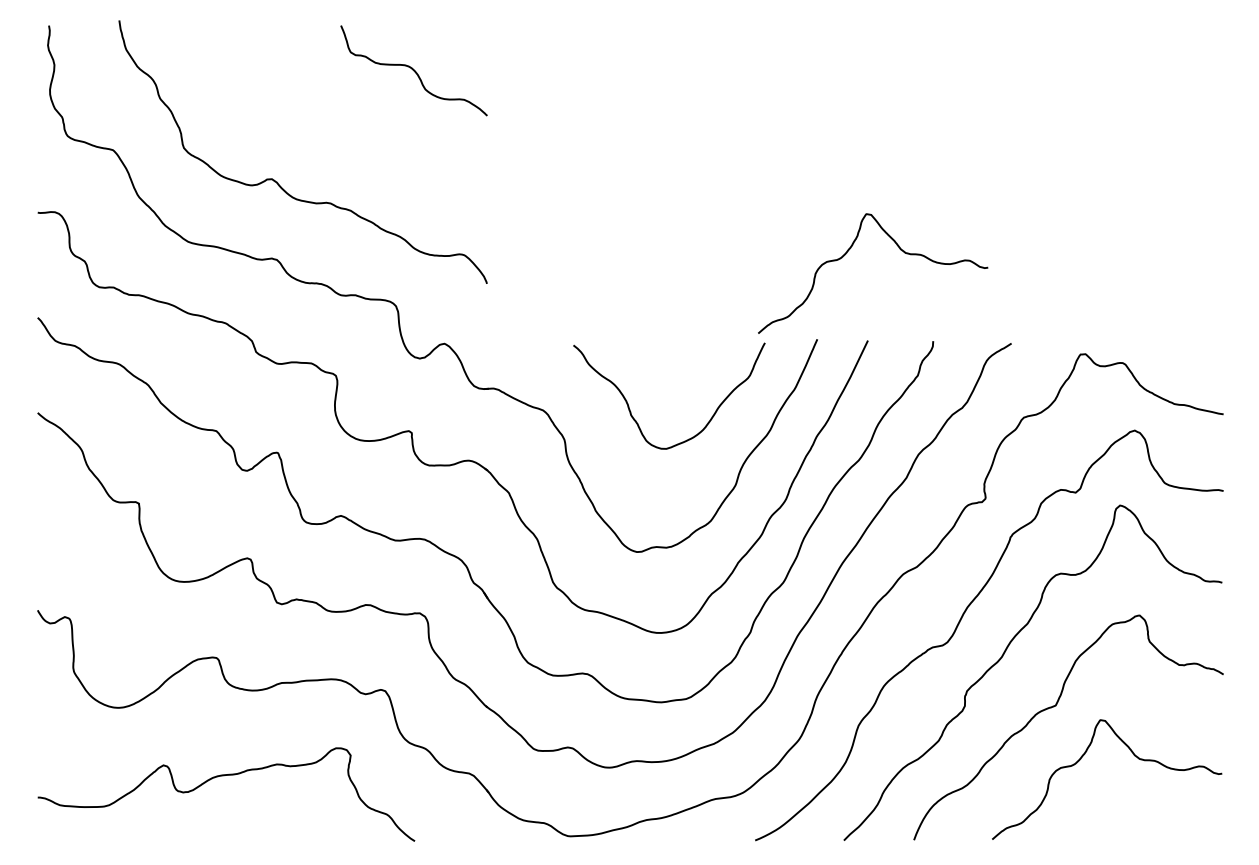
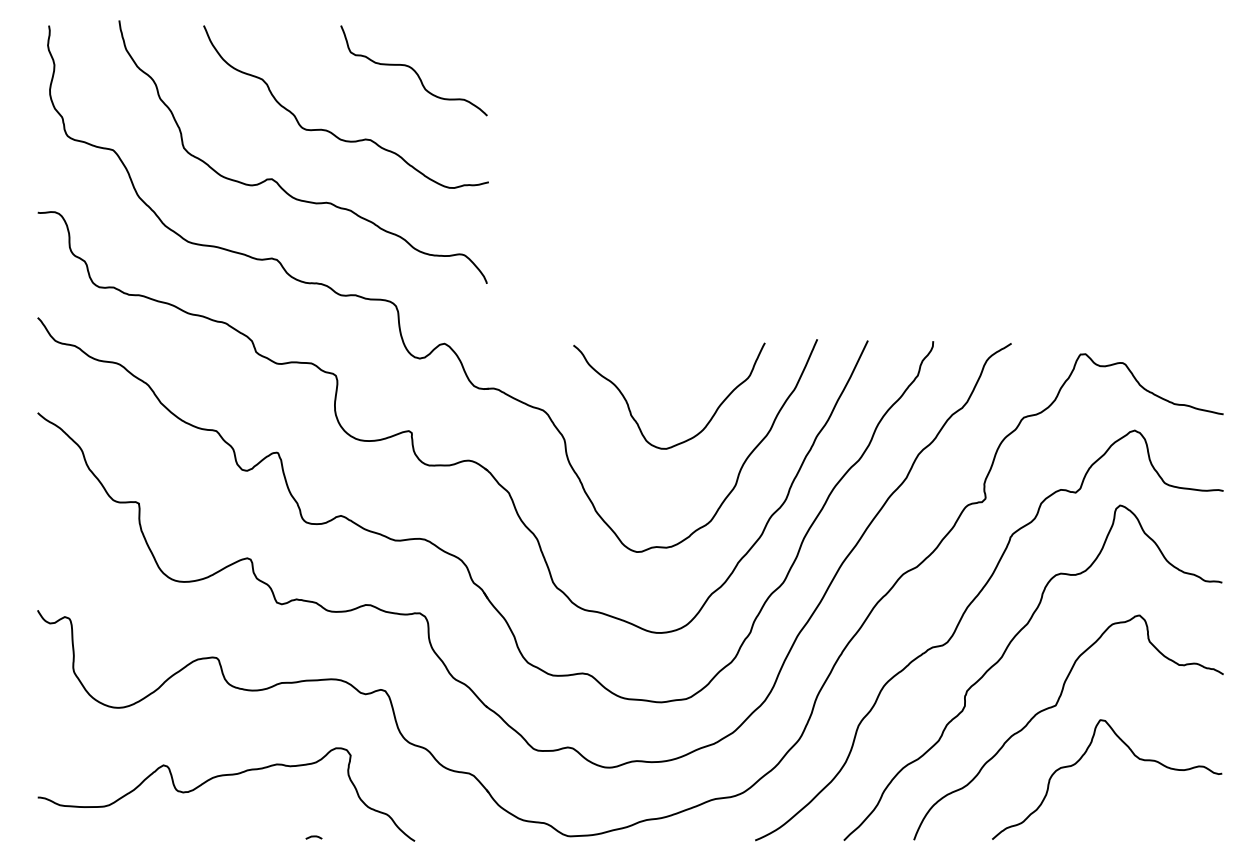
curve at (329, 130): none -> present
curve at (847, 253): present -> none
curve at (313, 837): none -> present
